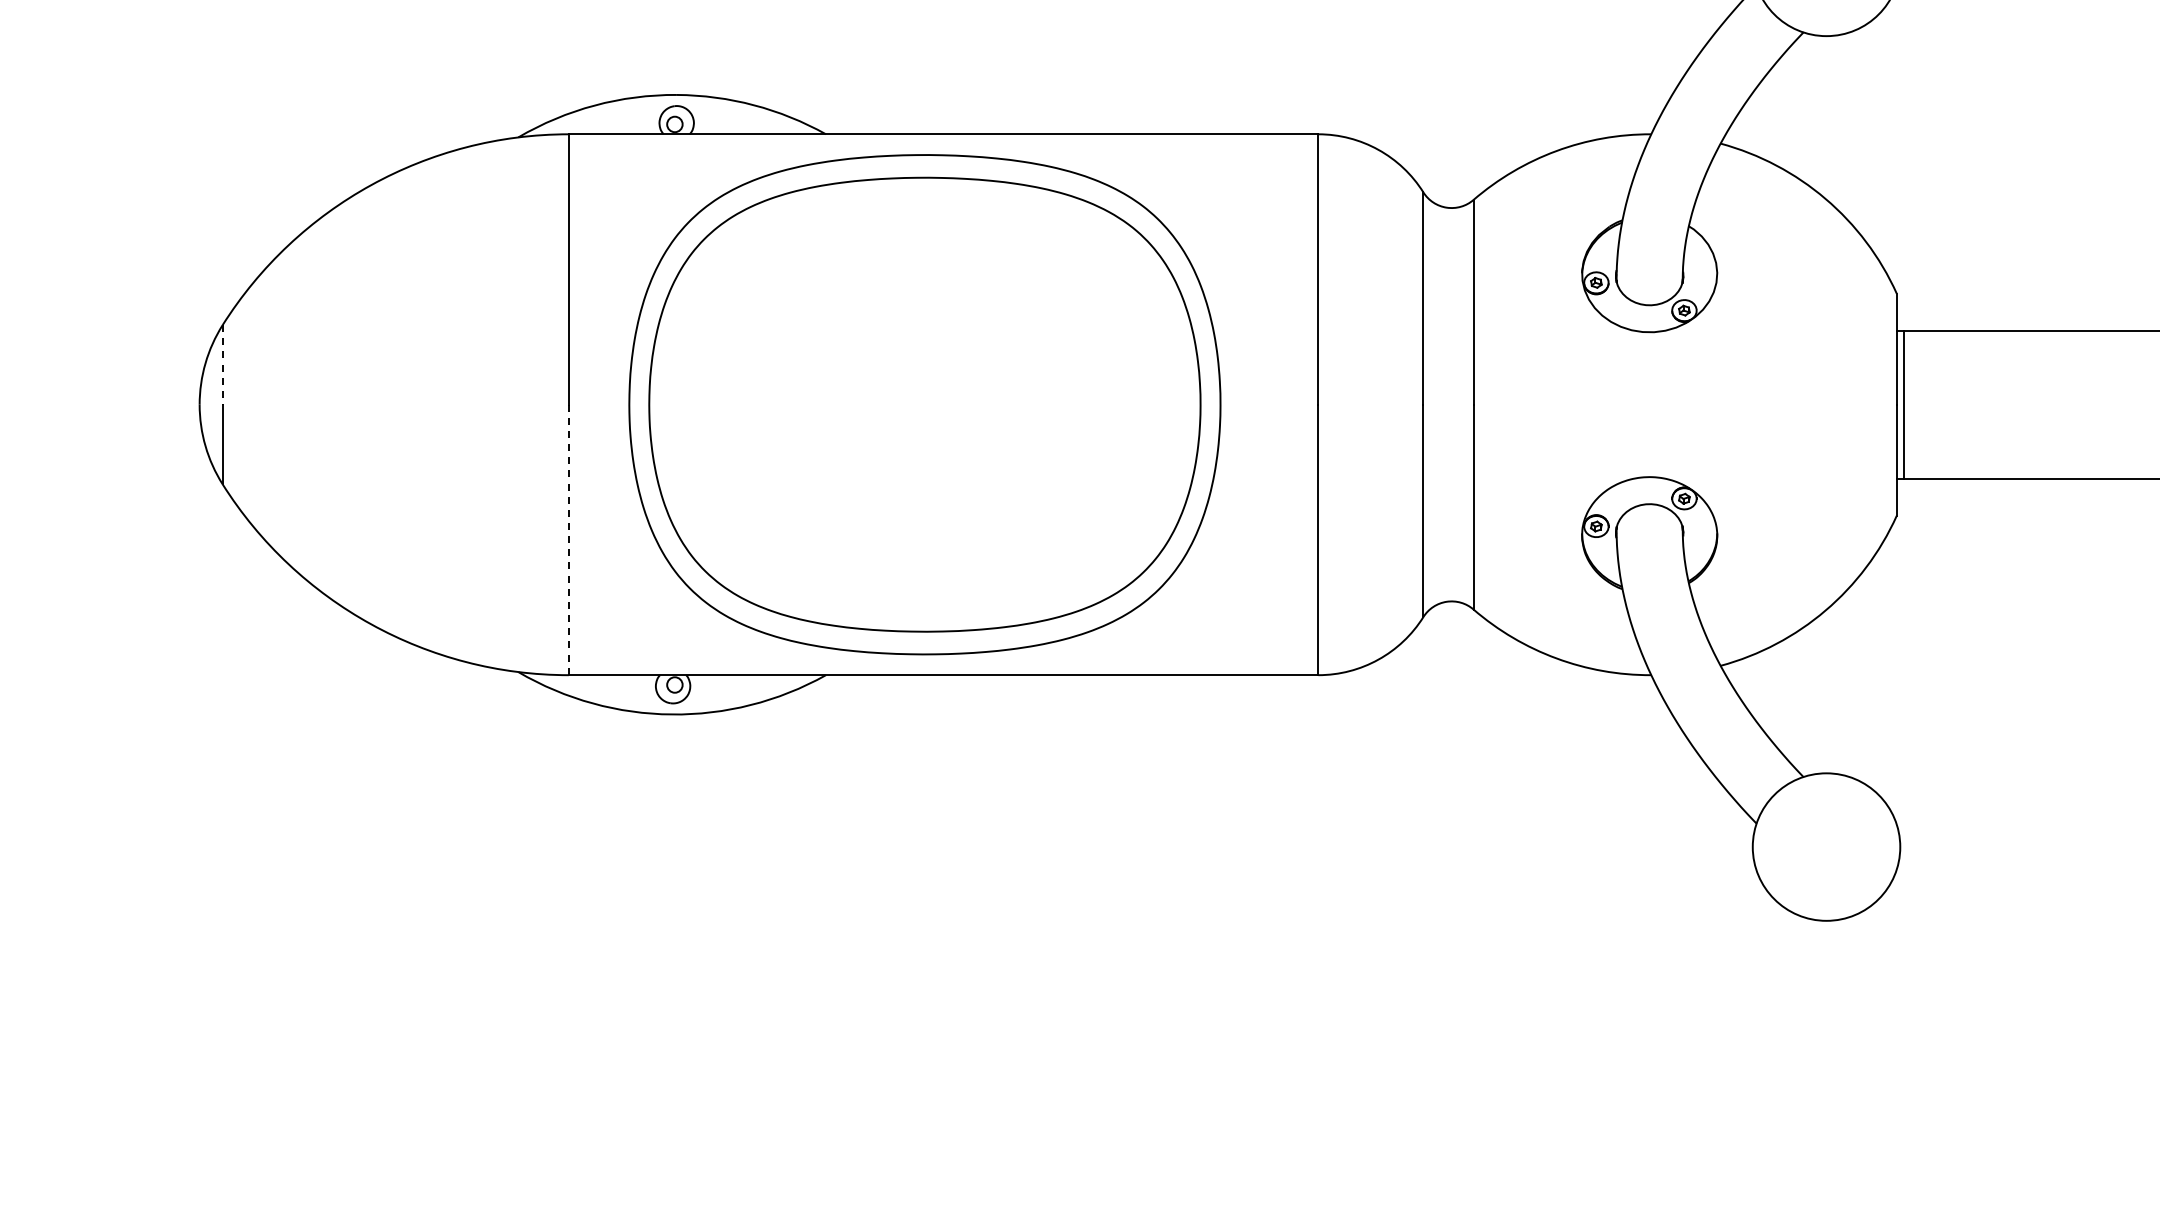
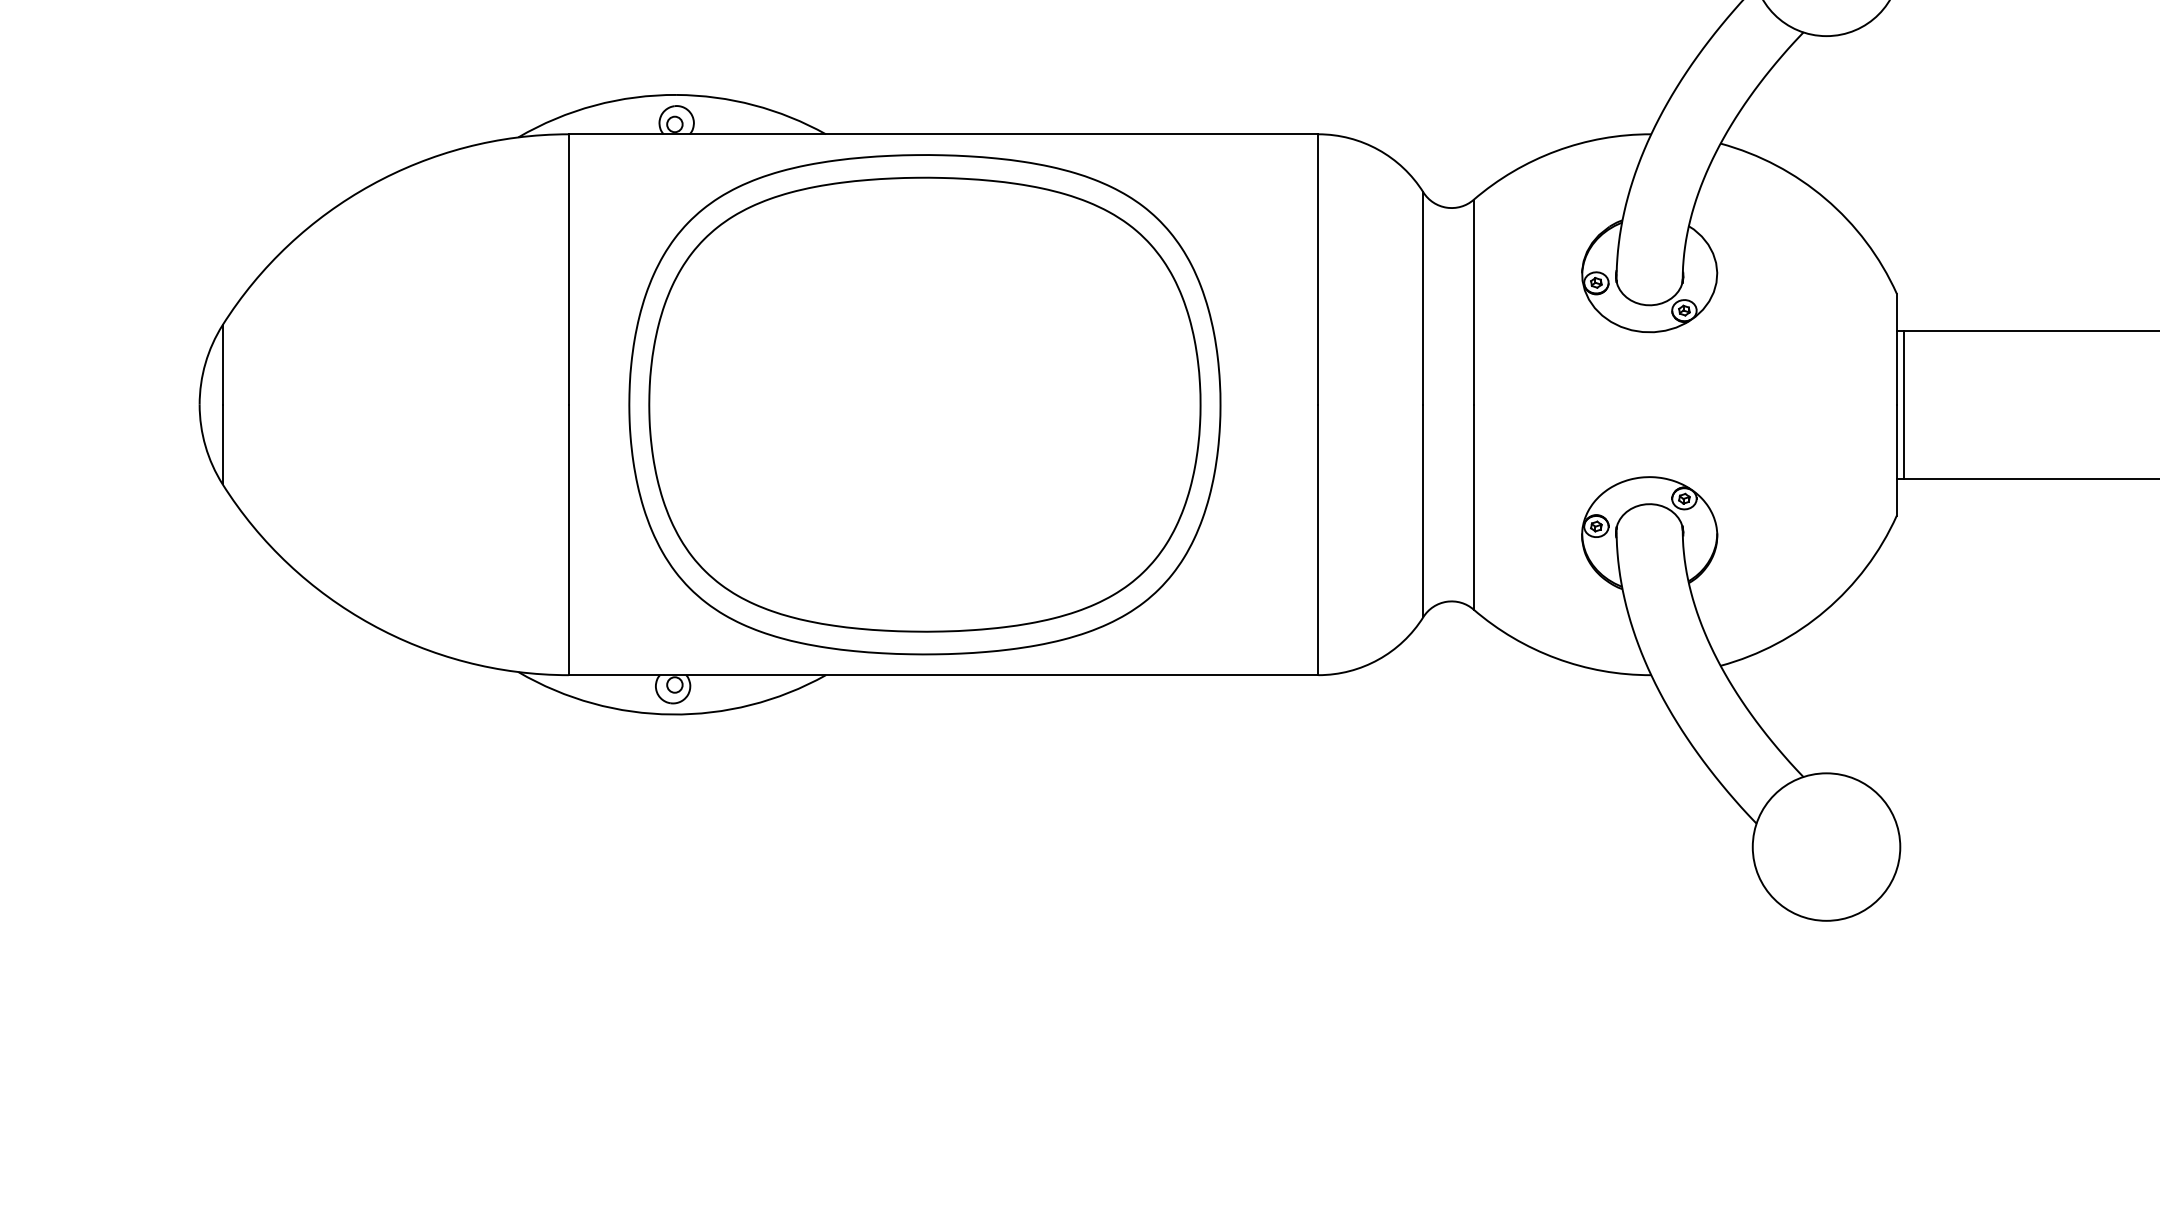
line at (222, 364): dashed -> solid
line at (568, 540): dashed -> solid
